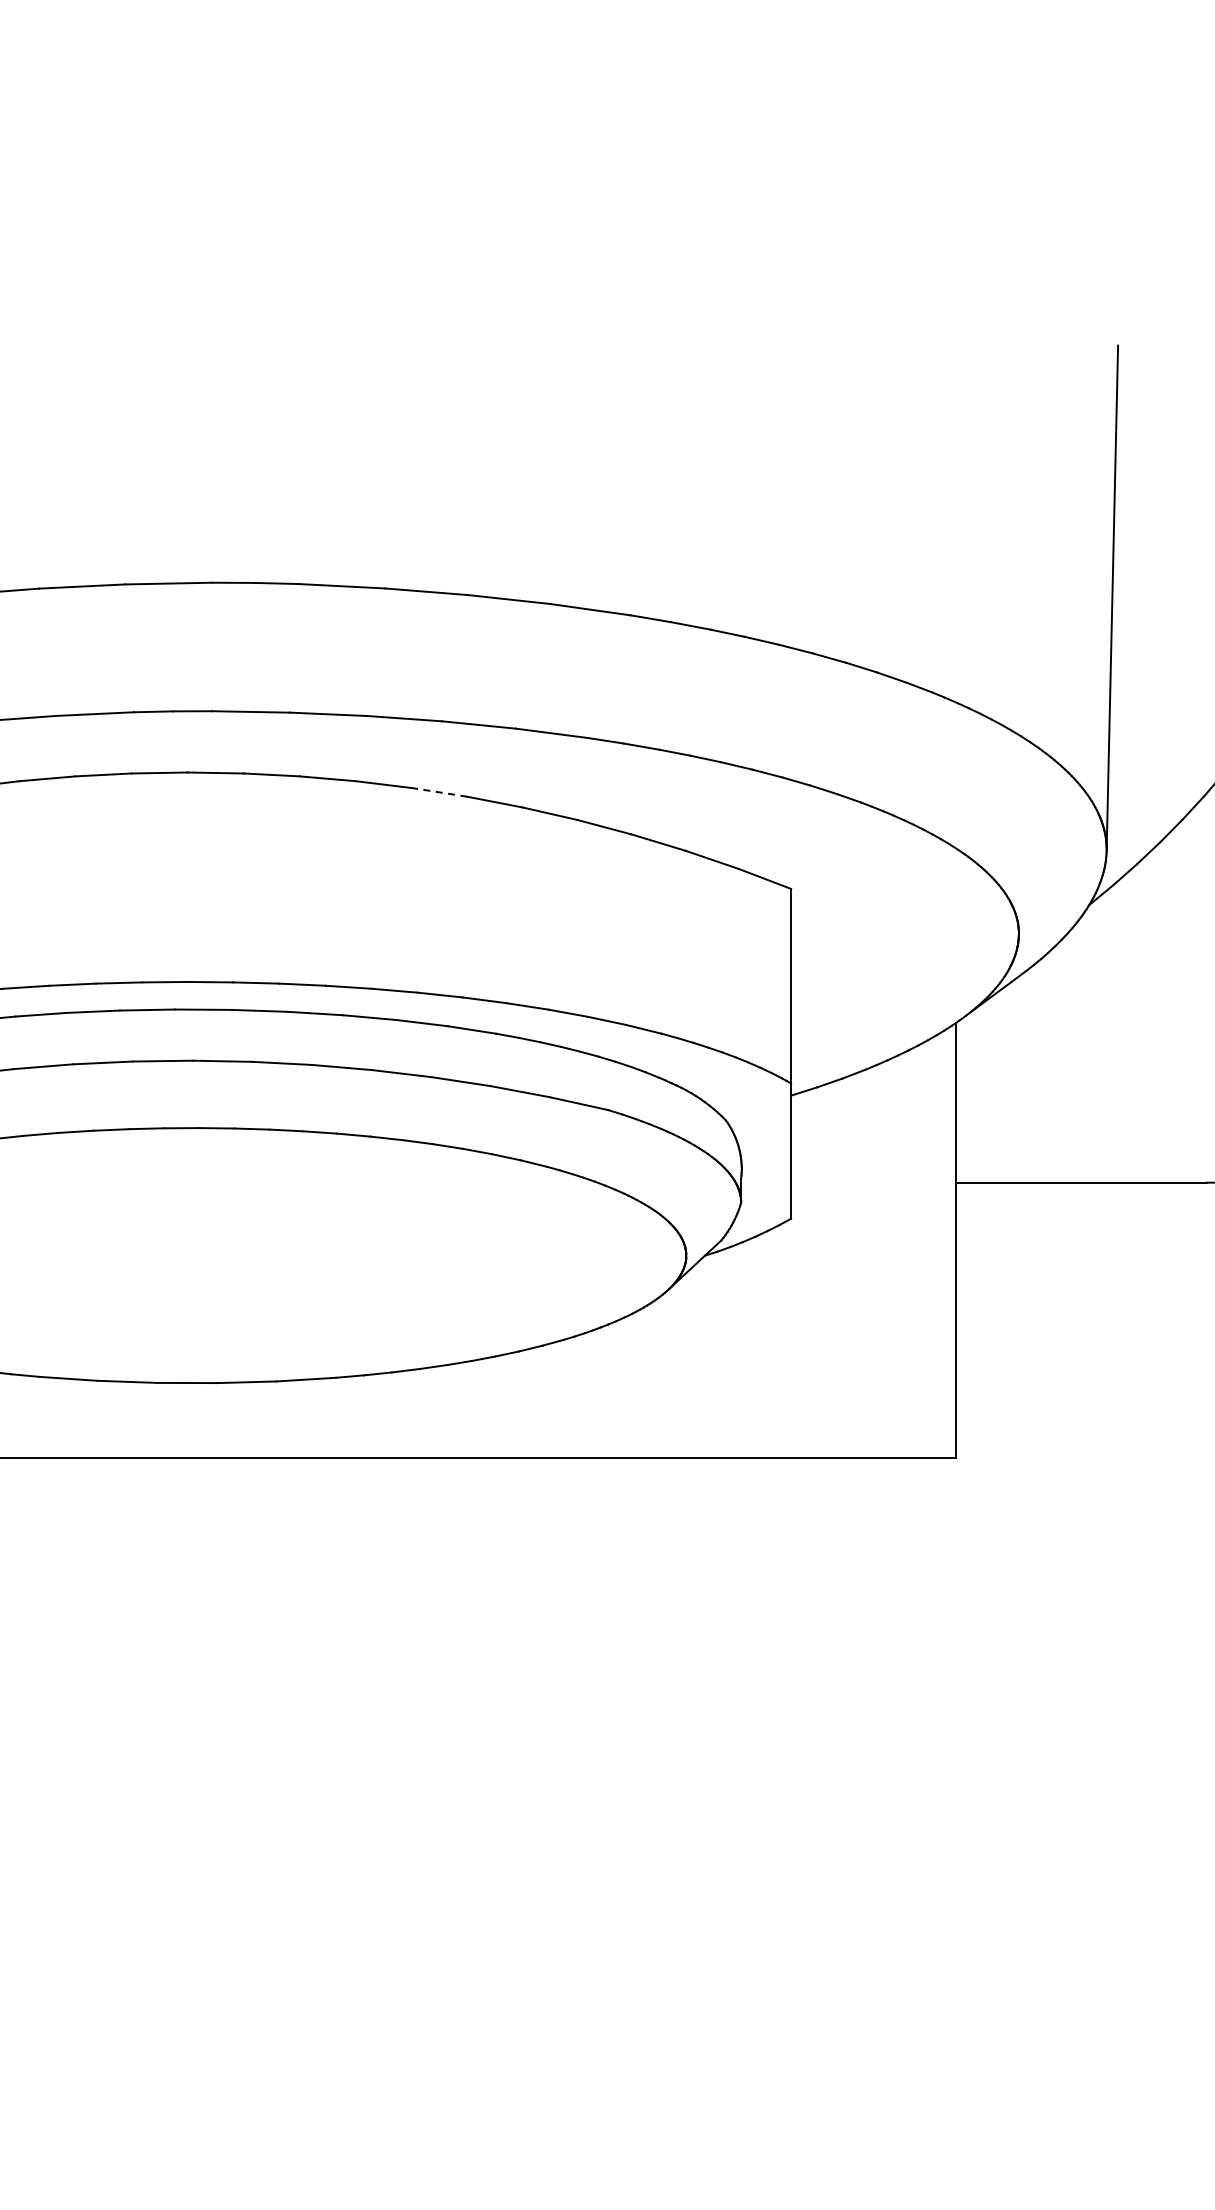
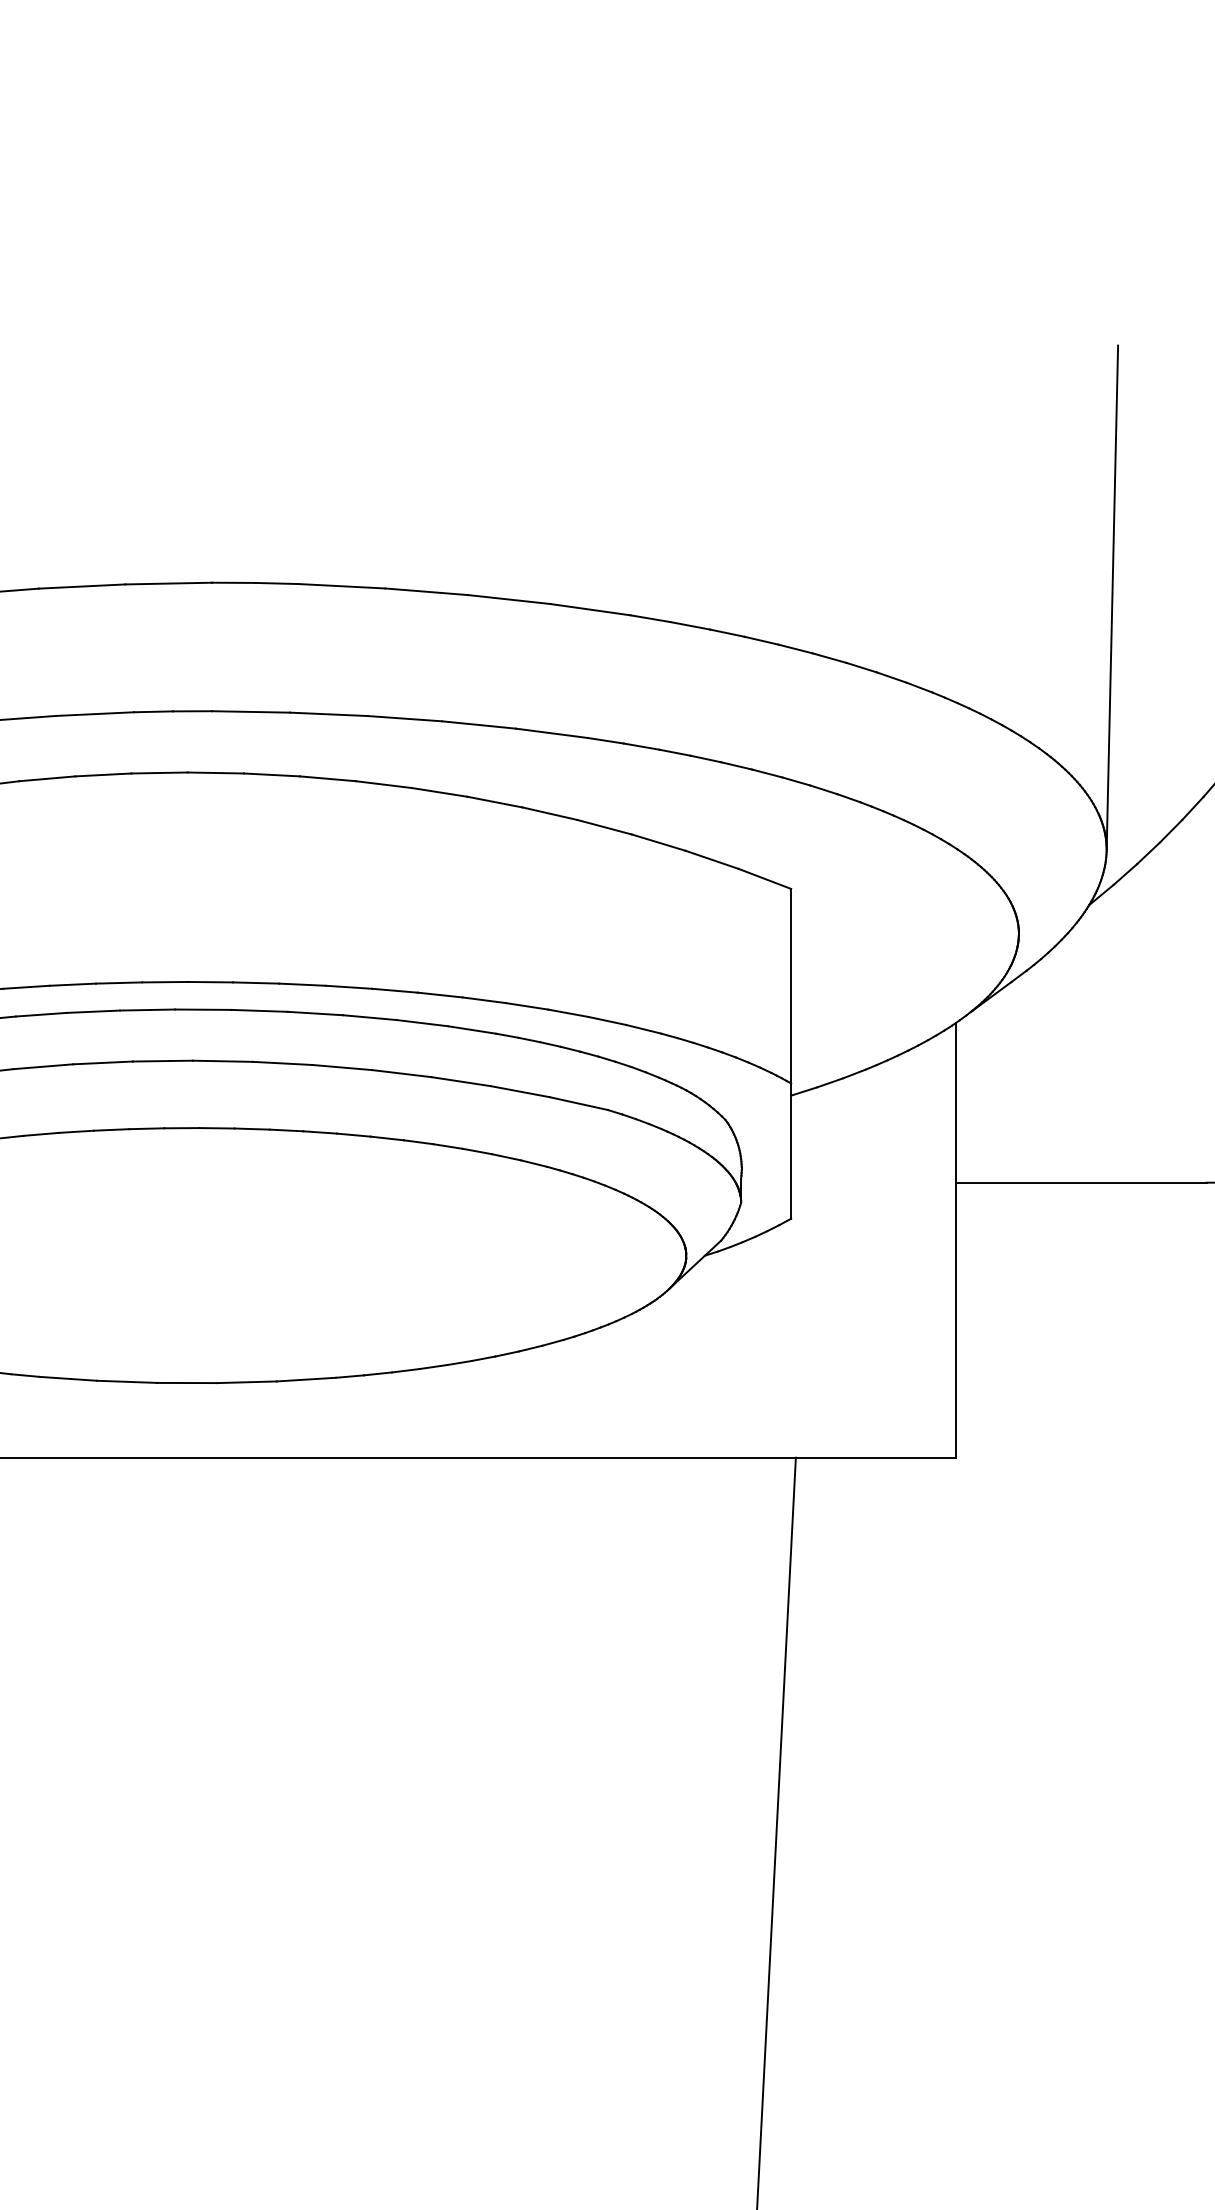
line at (439, 792): dashed -> solid
line at (776, 1831): none -> present
